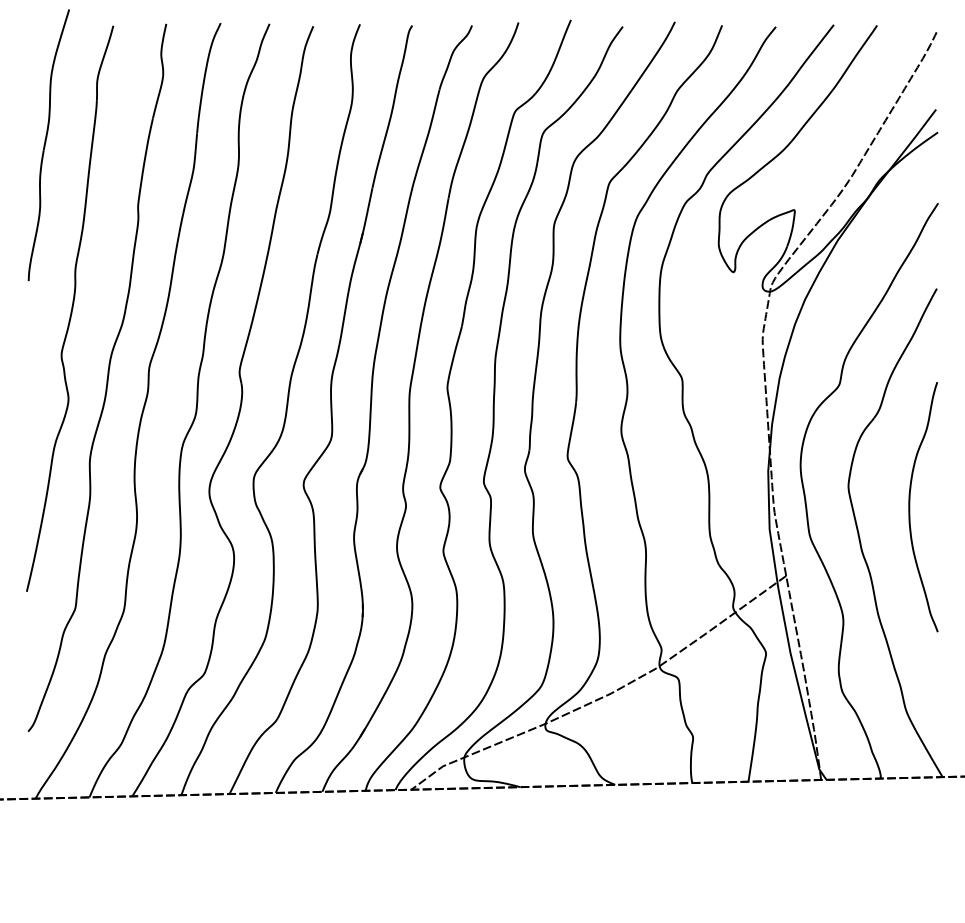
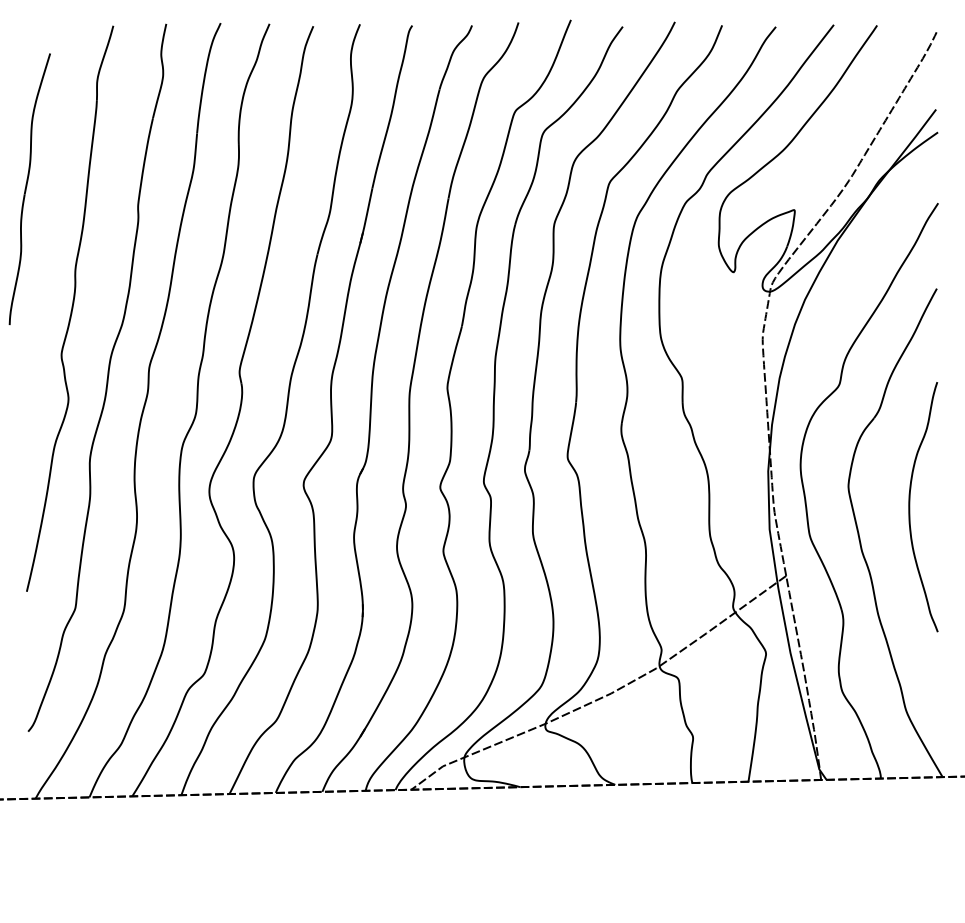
part at (48, 144) position: (48, 144) -> (29, 188)
